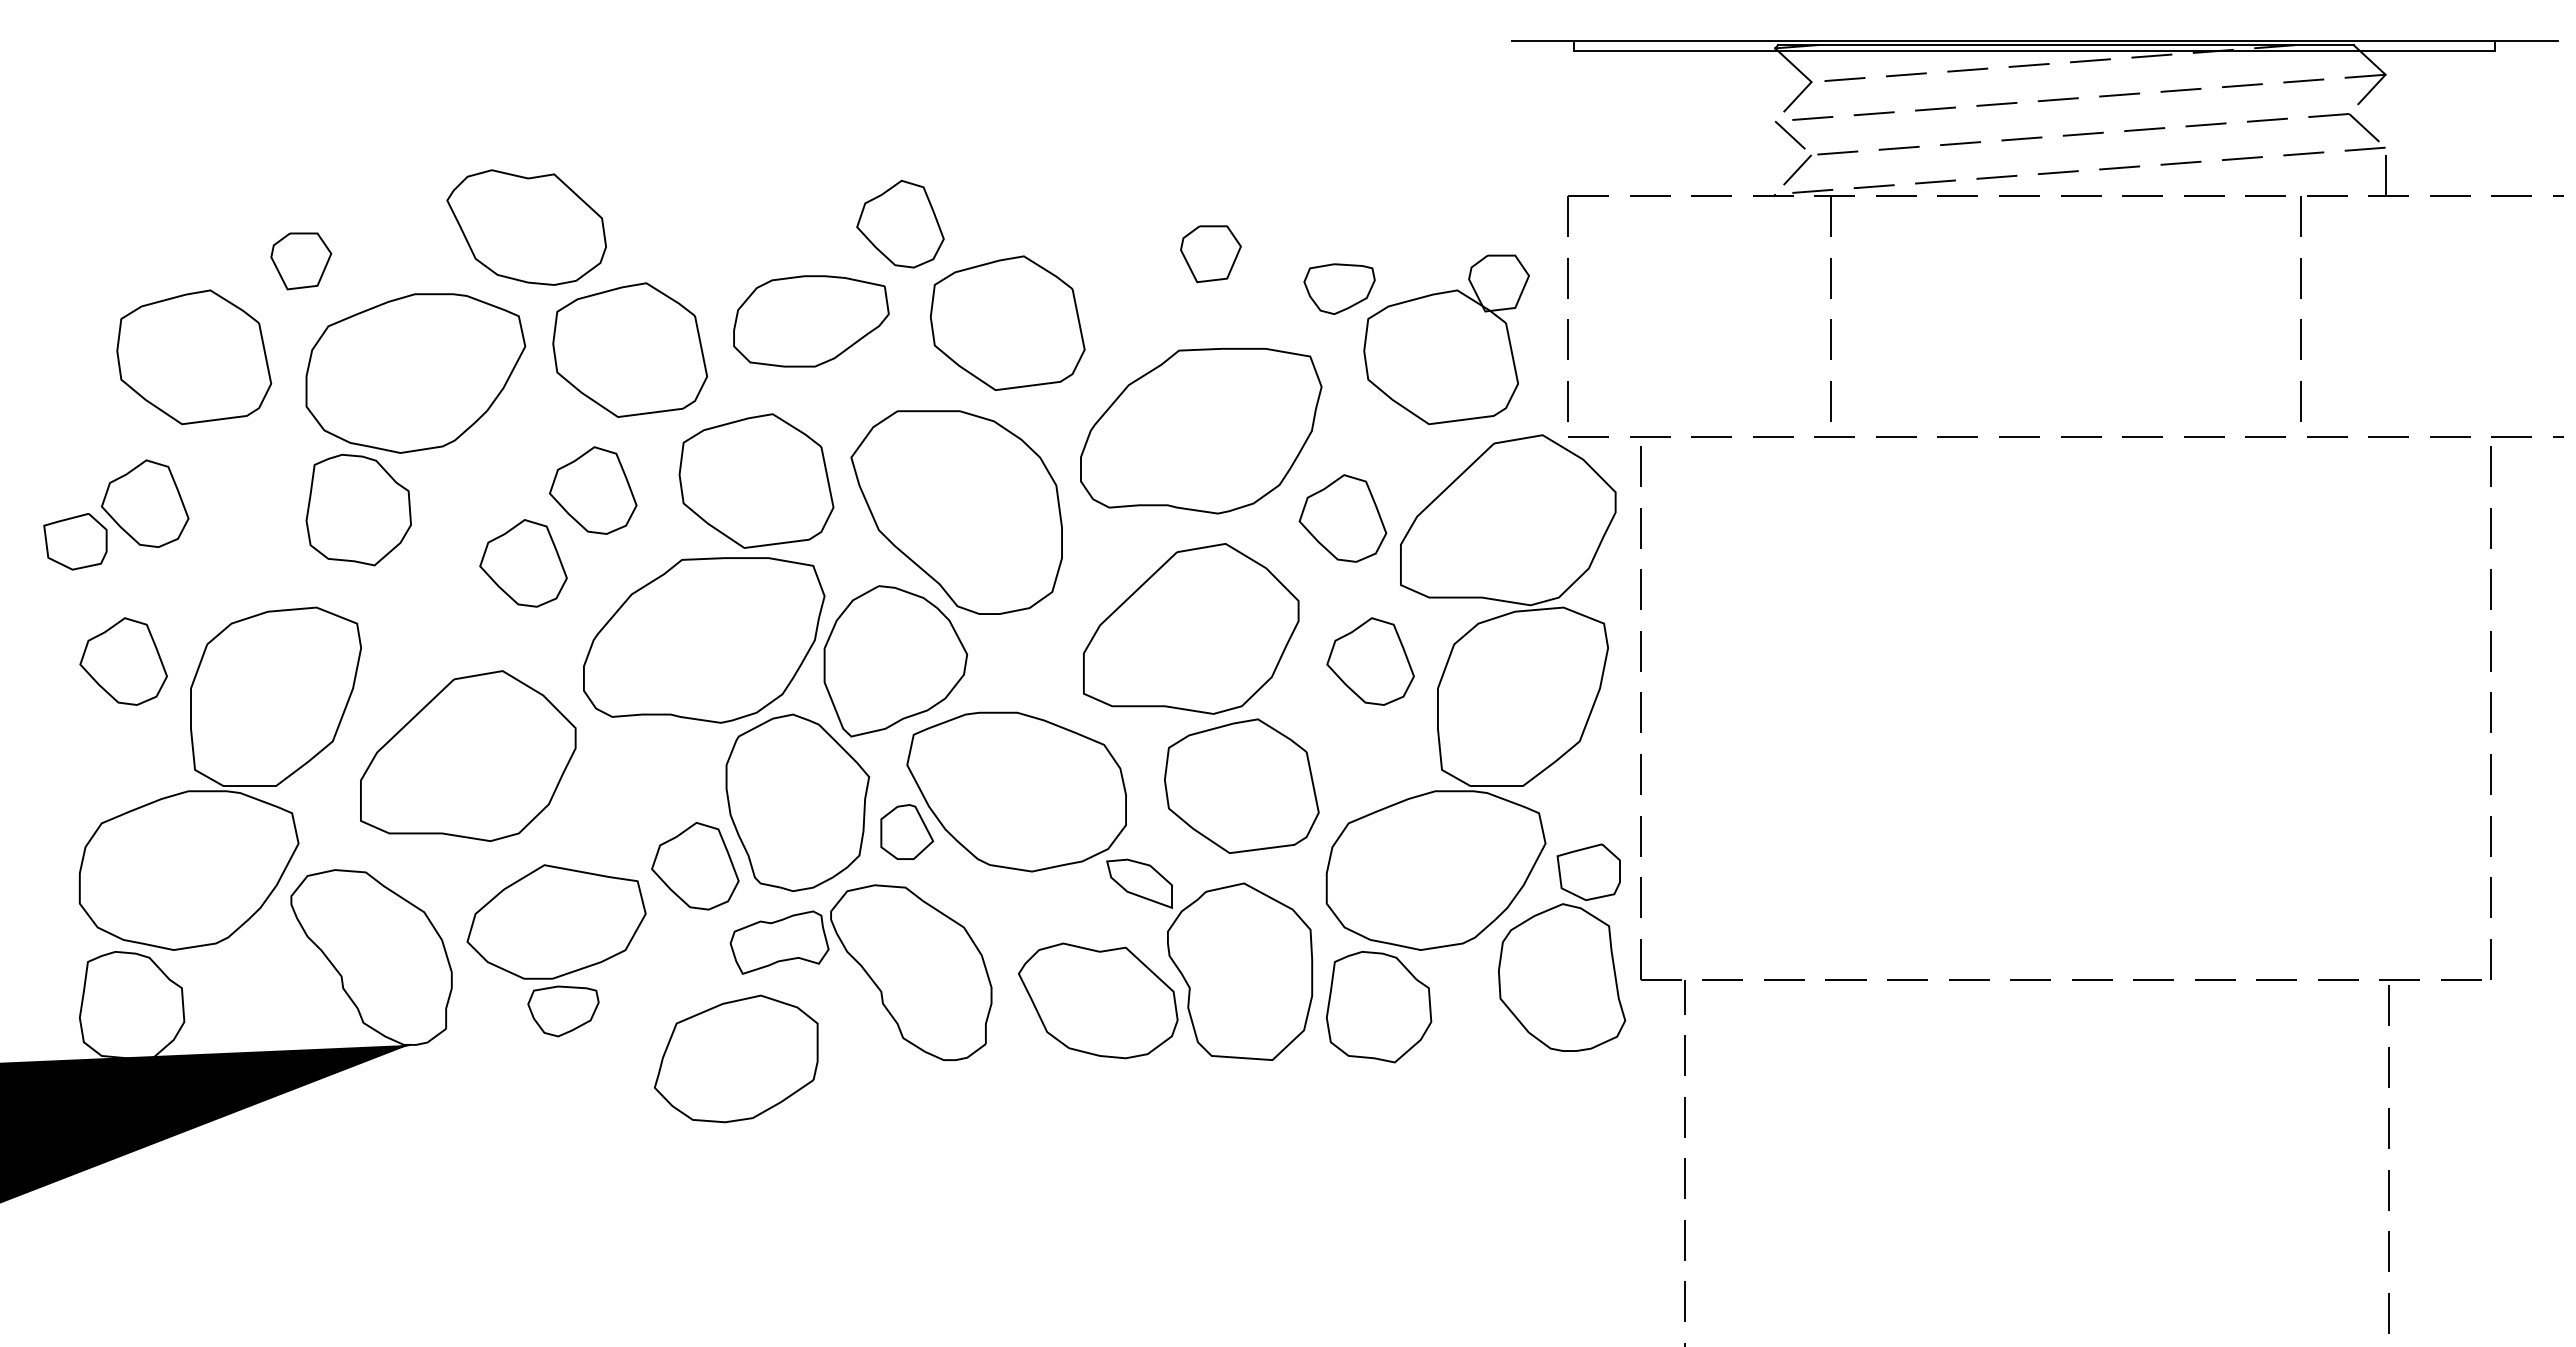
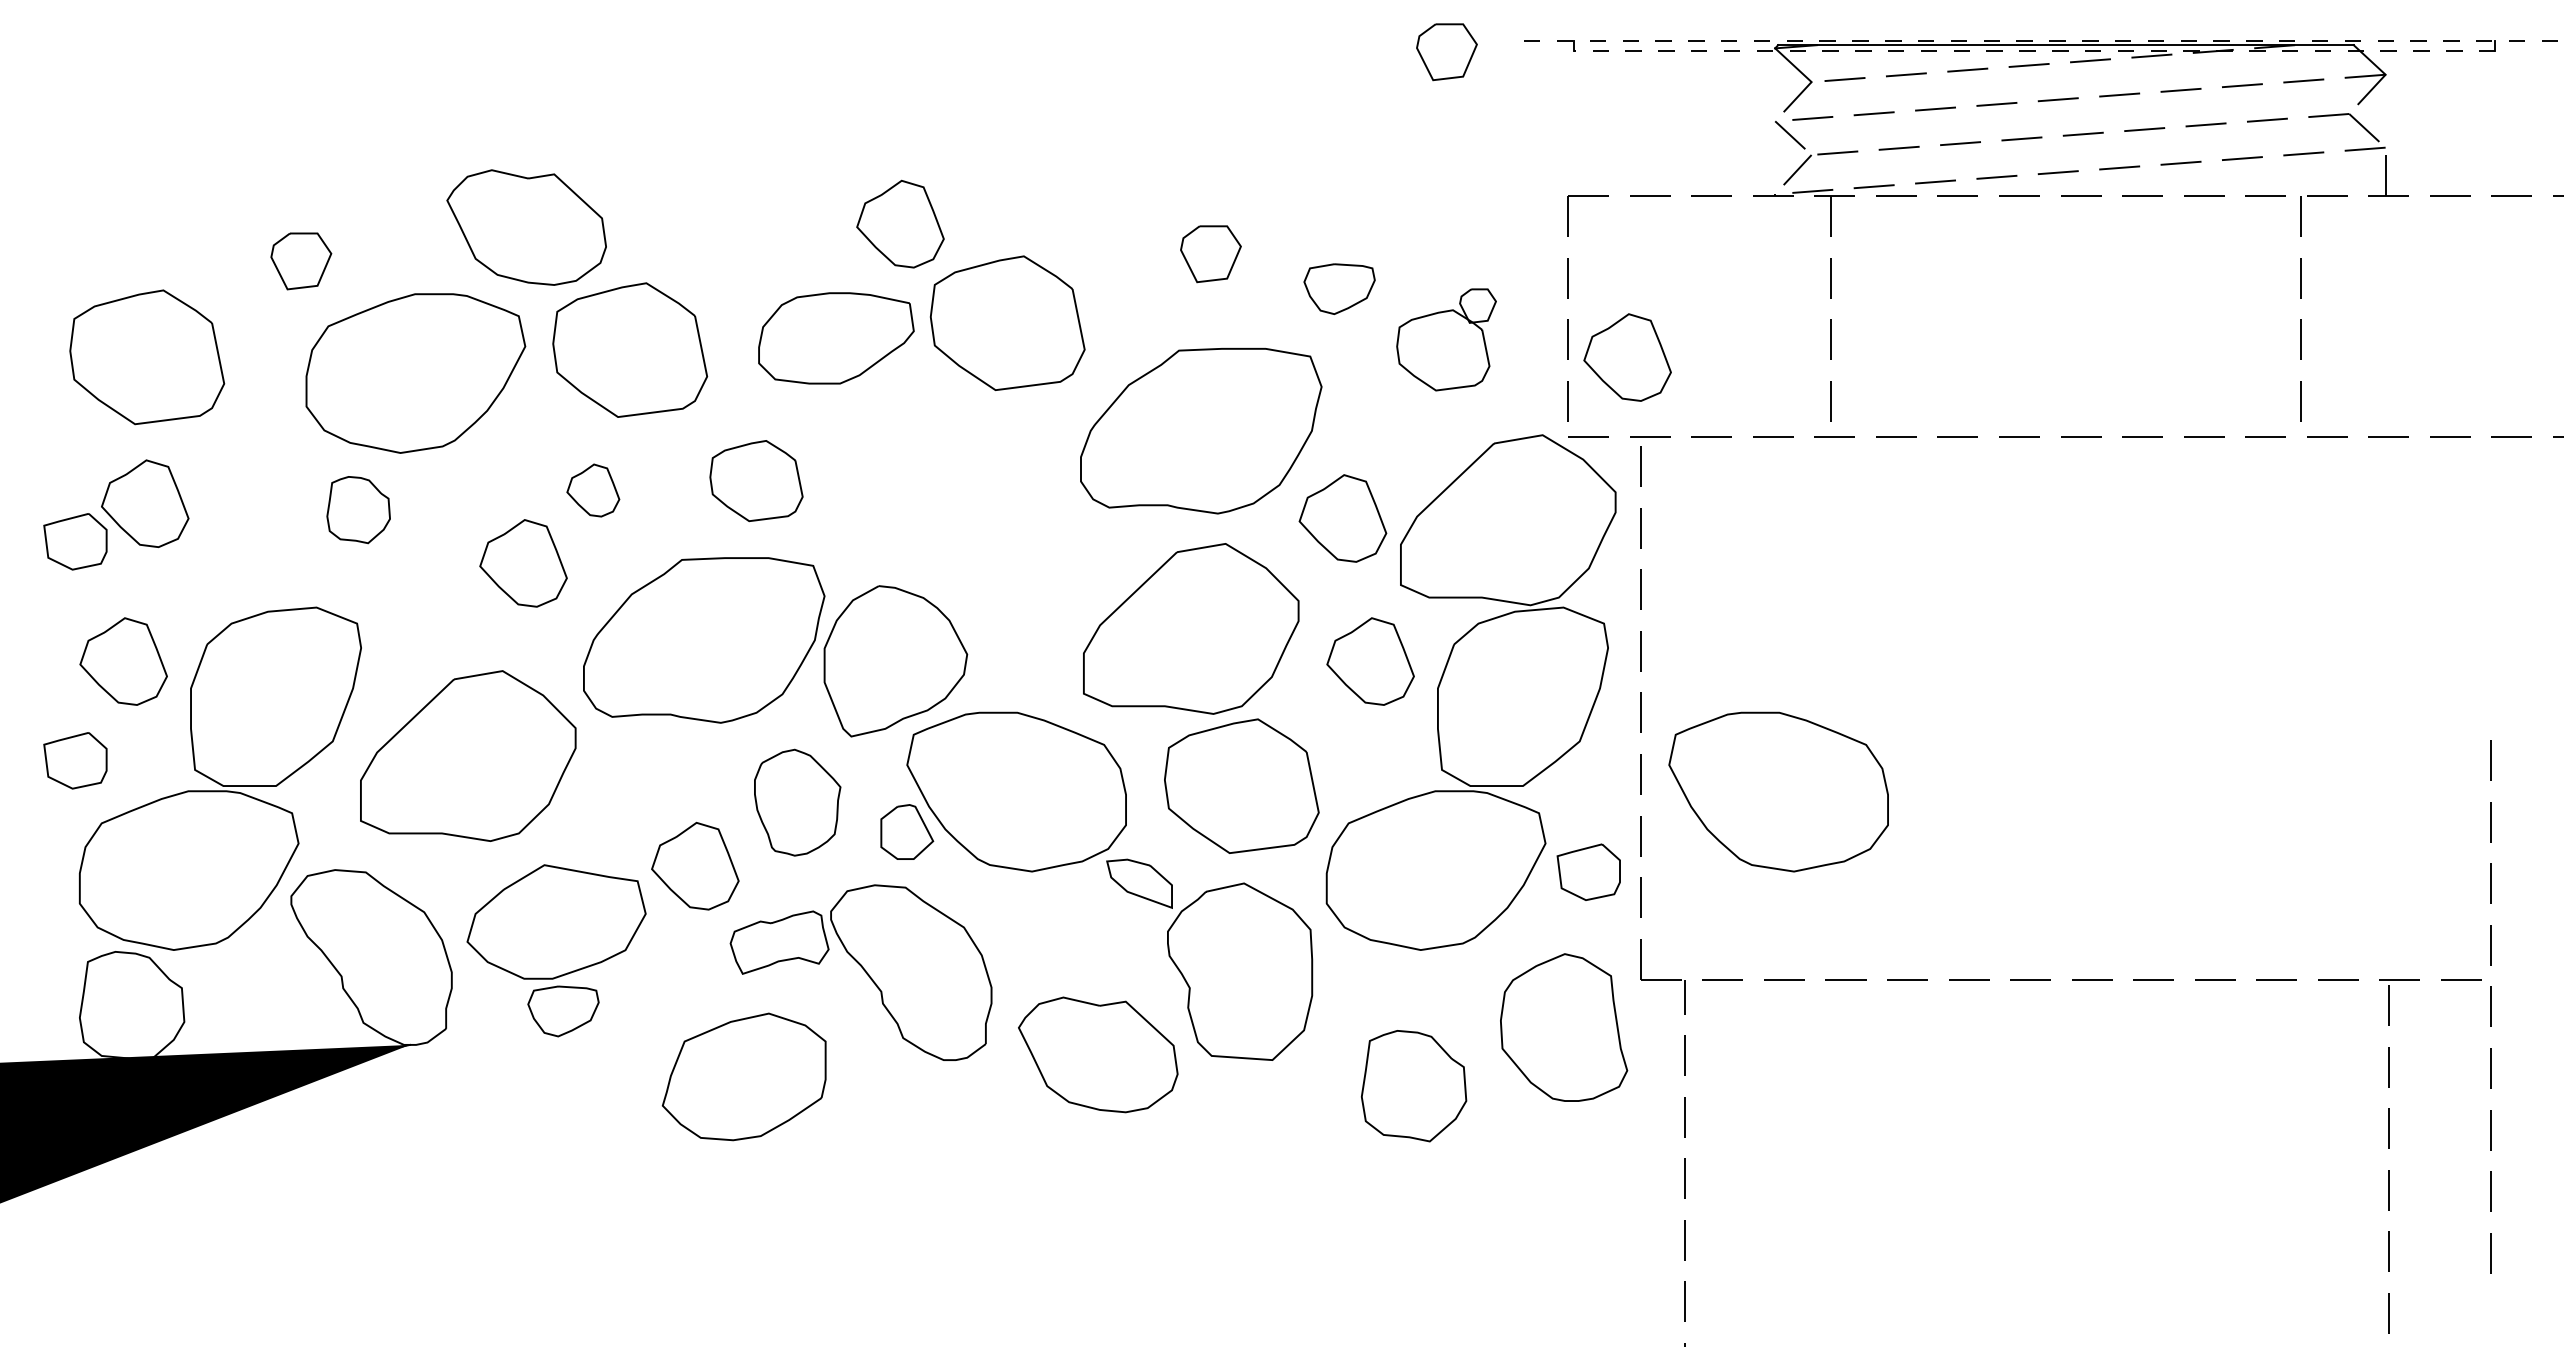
line at (2034, 40): solid -> dashed
line at (2034, 51): solid -> dashed
part at (1446, 52): none -> present
part at (811, 321) position: (811, 321) -> (836, 338)
part at (1446, 339) size: 167x172 px -> 101x104 px
part at (194, 357) position: (194, 357) -> (147, 357)
part at (1627, 357): none -> present
part at (756, 480) size: 157x136 px -> 95x83 px
part at (593, 490) size: 89x89 px -> 55x55 px
part at (358, 509) size: 107x114 px -> 65x69 px
part at (956, 512): present -> none
line at (2490, 712) position: (2490, 712) -> (2490, 1006)
part at (75, 760): none -> present
part at (1778, 791): none -> present
part at (797, 802) size: 145x179 px -> 88x109 px
part at (1562, 977) position: (1562, 977) -> (1564, 1027)
part at (1098, 1000) position: (1098, 1000) -> (1098, 1054)
part at (1378, 1007) position: (1378, 1007) -> (1413, 1086)
part at (735, 1058) position: (735, 1058) -> (743, 1076)
